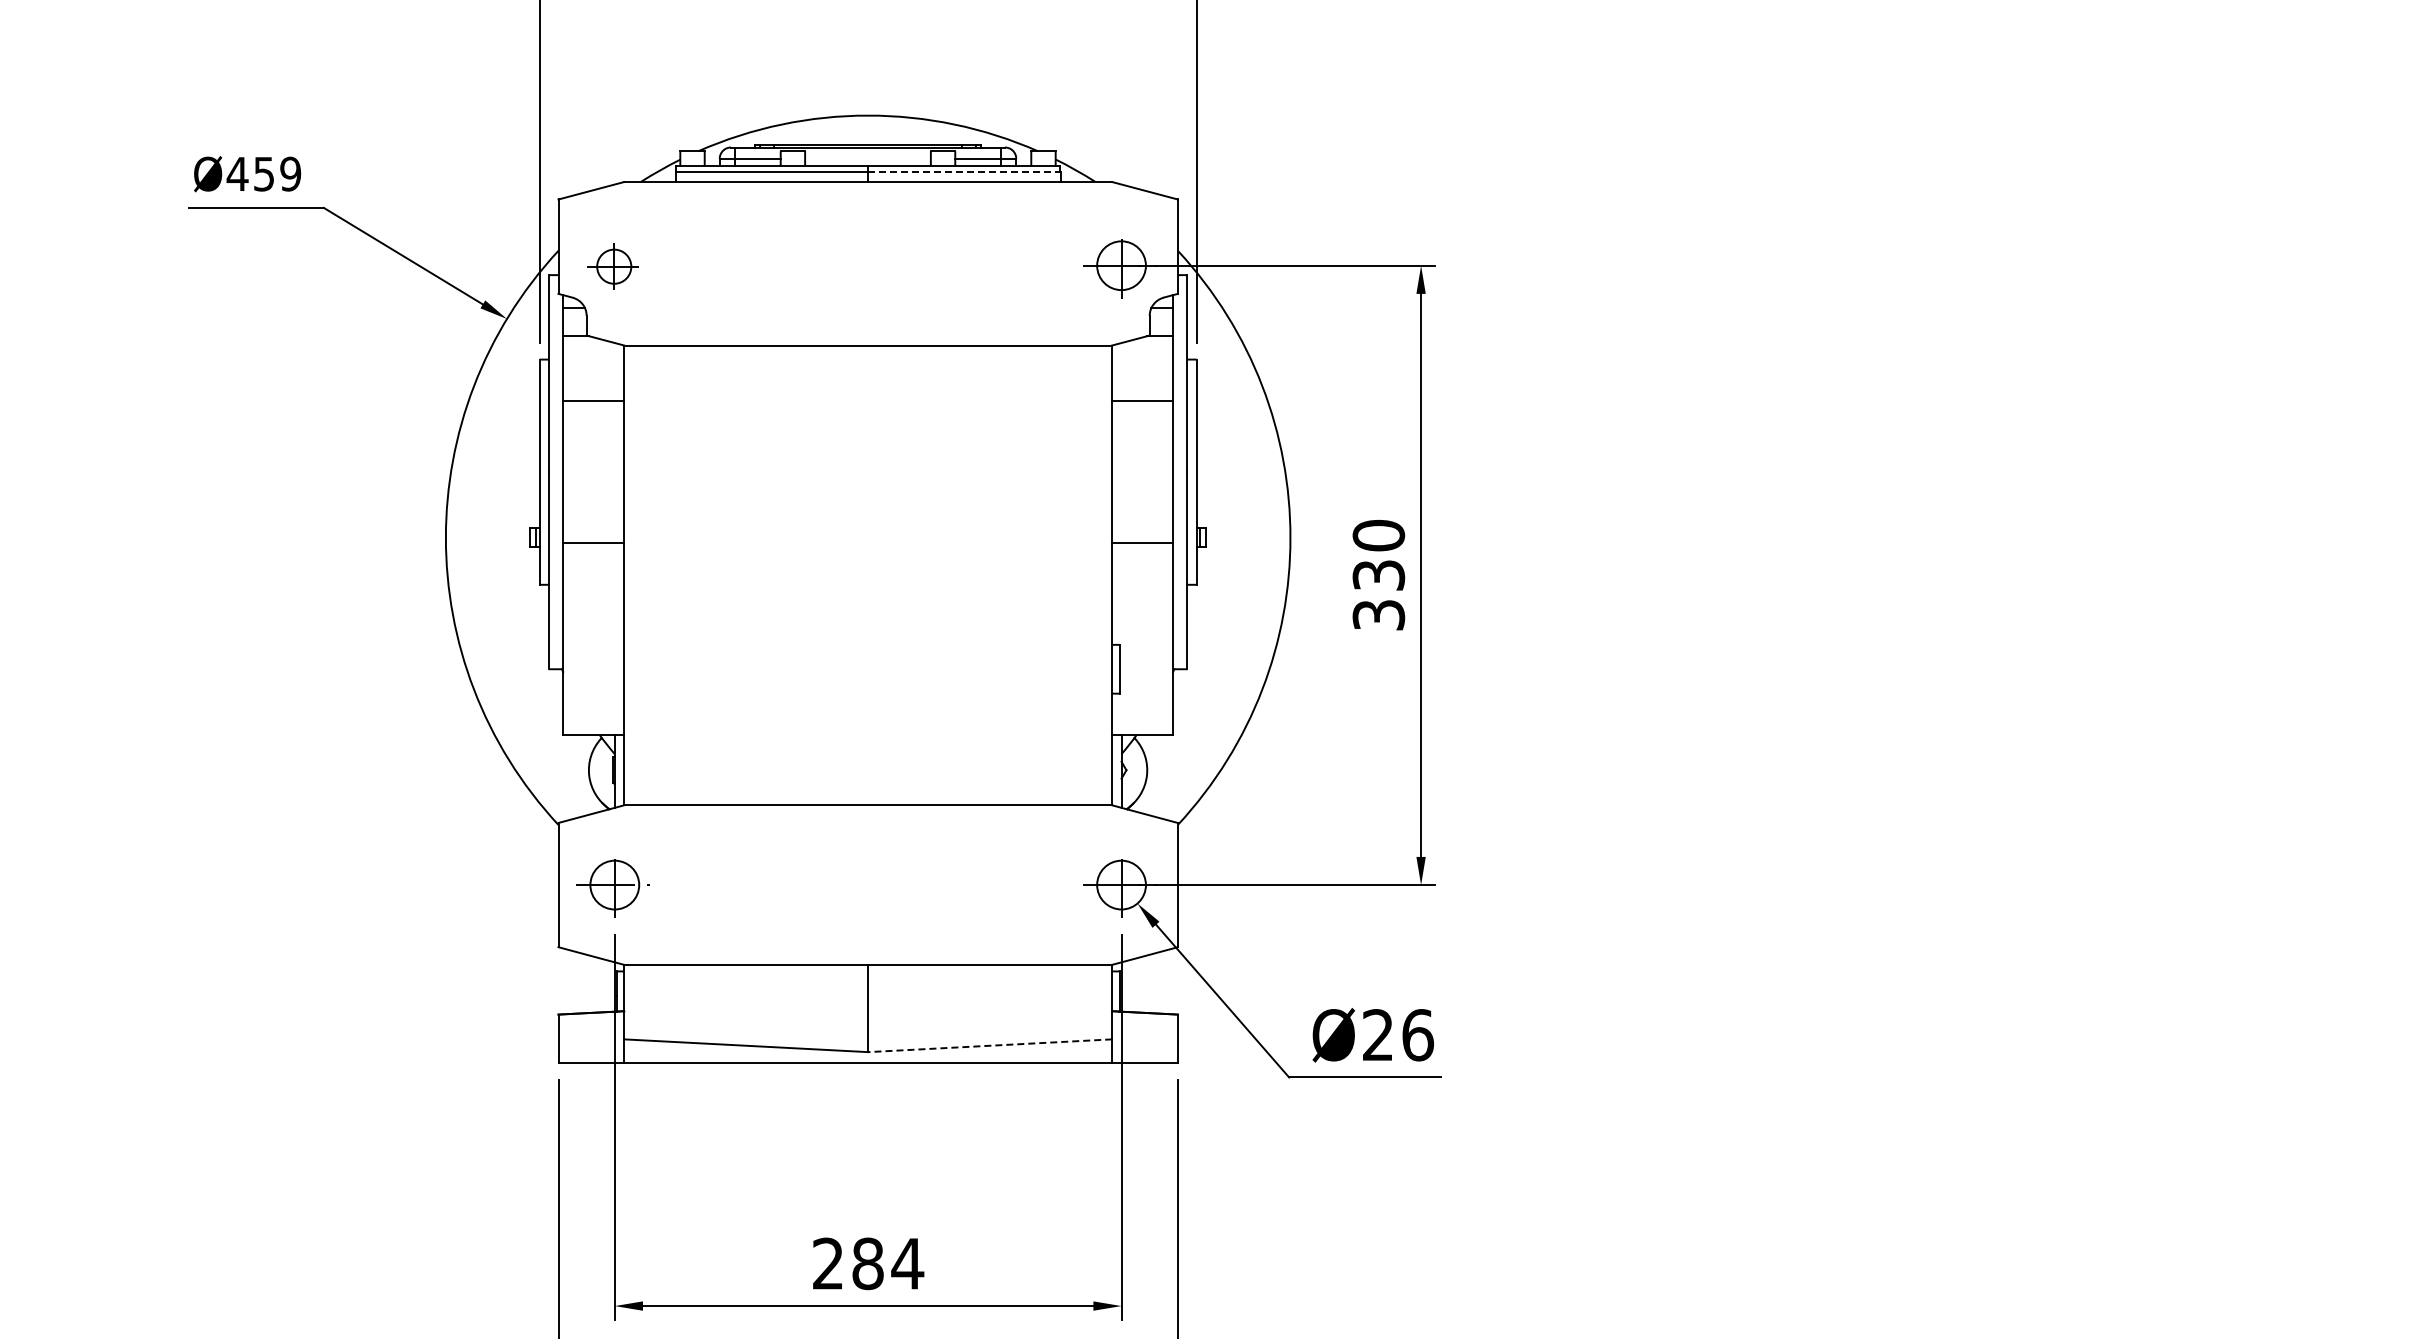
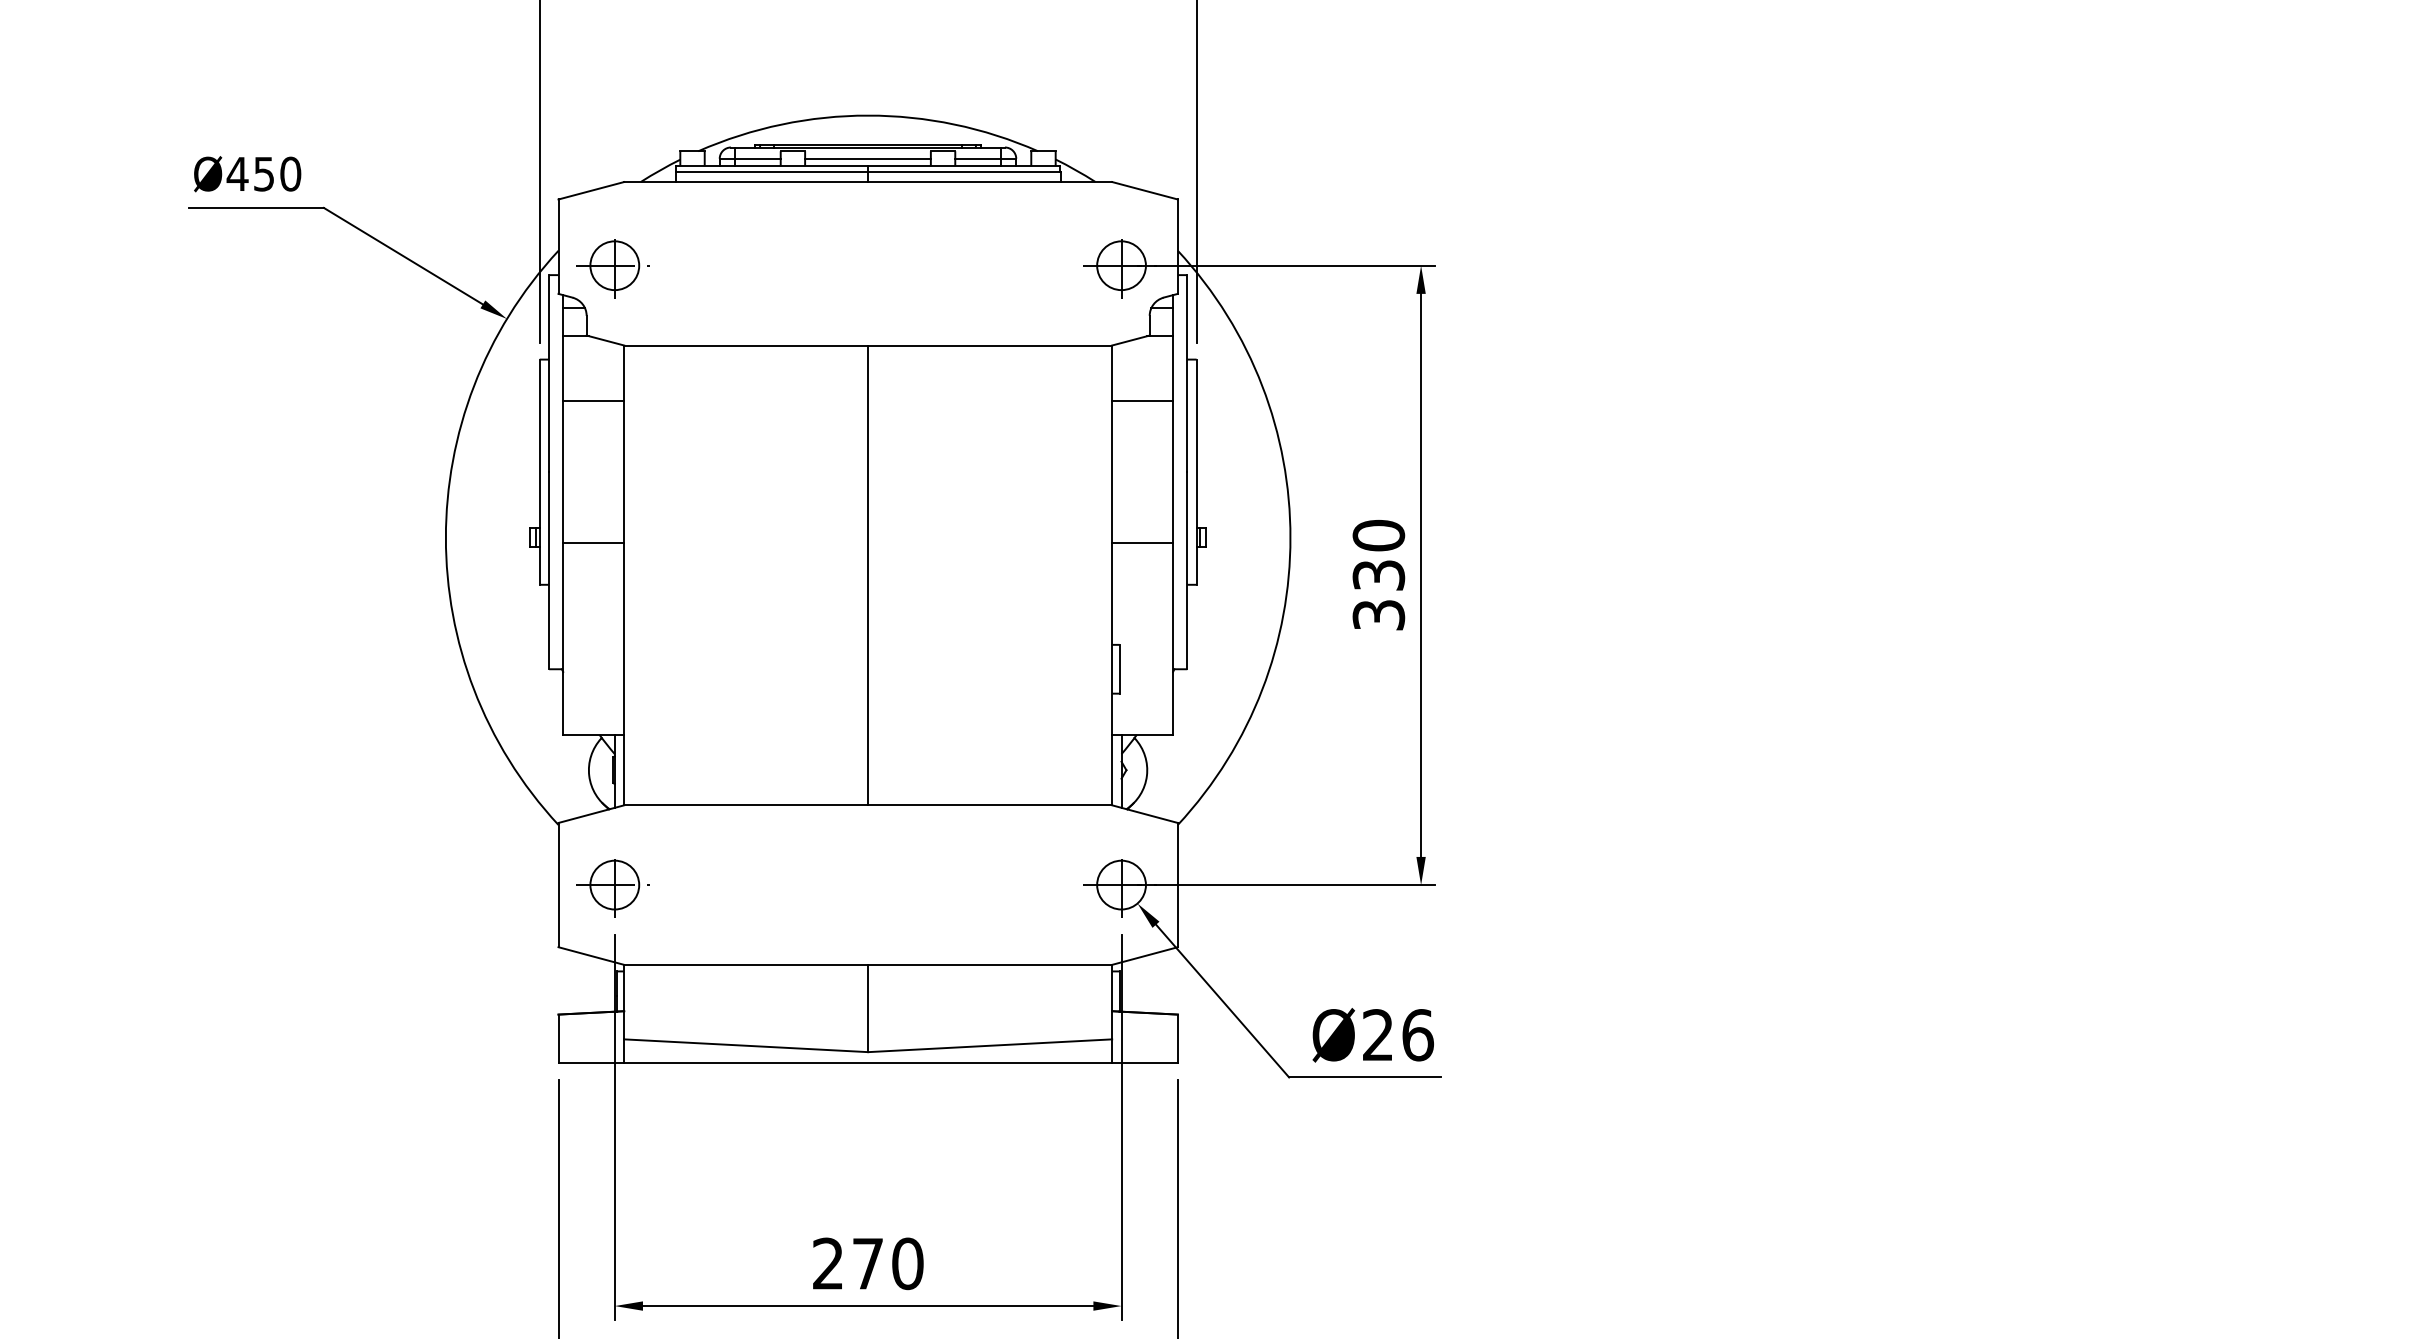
line at (867, 158): none -> present
line at (964, 171): dashed -> solid
text at (290, 173): Ø459 -> Ø450
part at (612, 266) size: 52x47 px -> 74x60 px
line at (868, 575): none -> present
line at (989, 1045): dashed -> solid
text at (888, 1263): 284 -> 270
